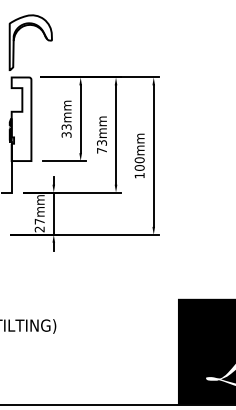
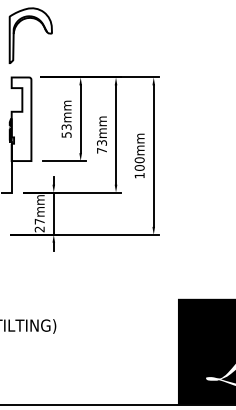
part at (43, 35) position: (43, 35) -> (43, 28)
text at (65, 134): 33mm -> 53mm
